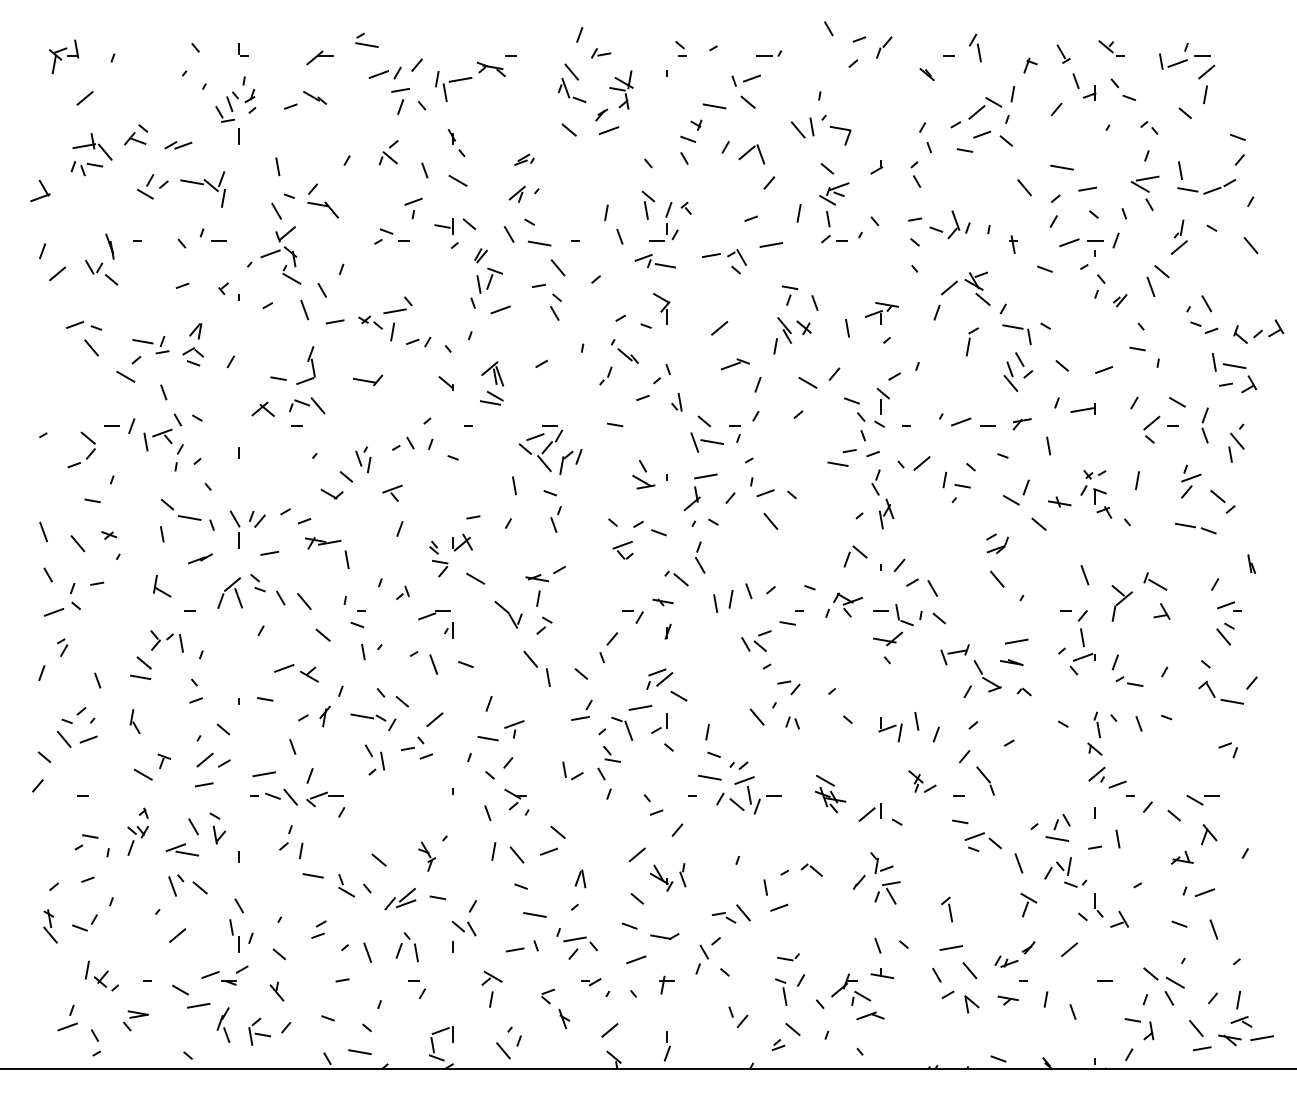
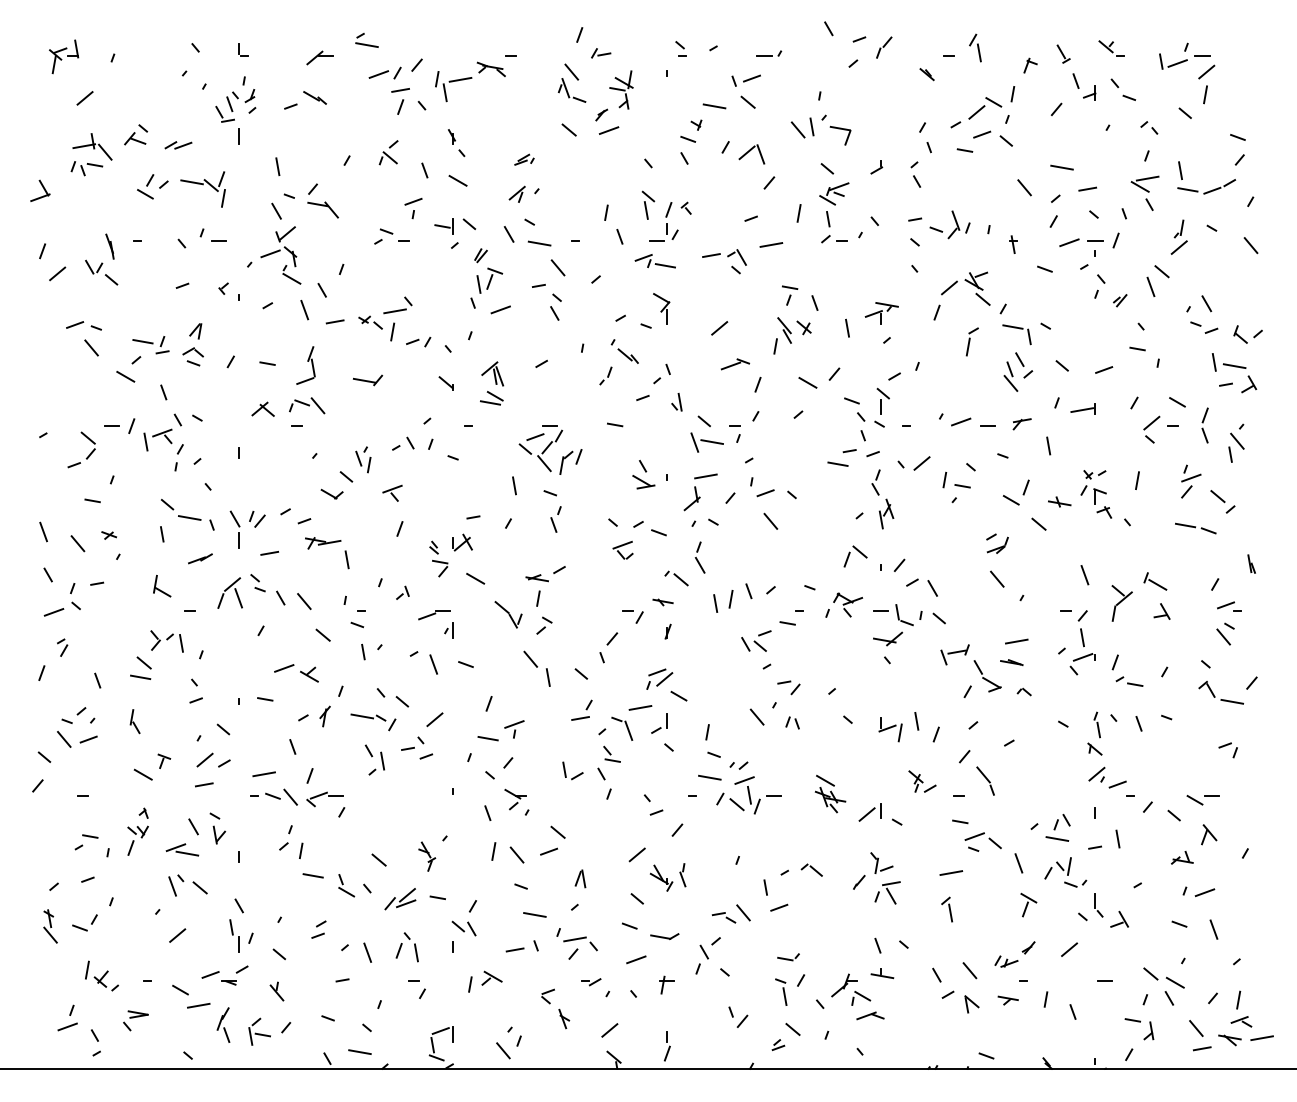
part at (1276, 328): present -> none
line at (278, 378) position: (278, 378) -> (267, 363)
line at (951, 947) position: (951, 947) -> (951, 872)
line at (491, 999) position: (491, 999) -> (470, 984)
line at (998, 1058) position: (998, 1058) -> (986, 1055)
